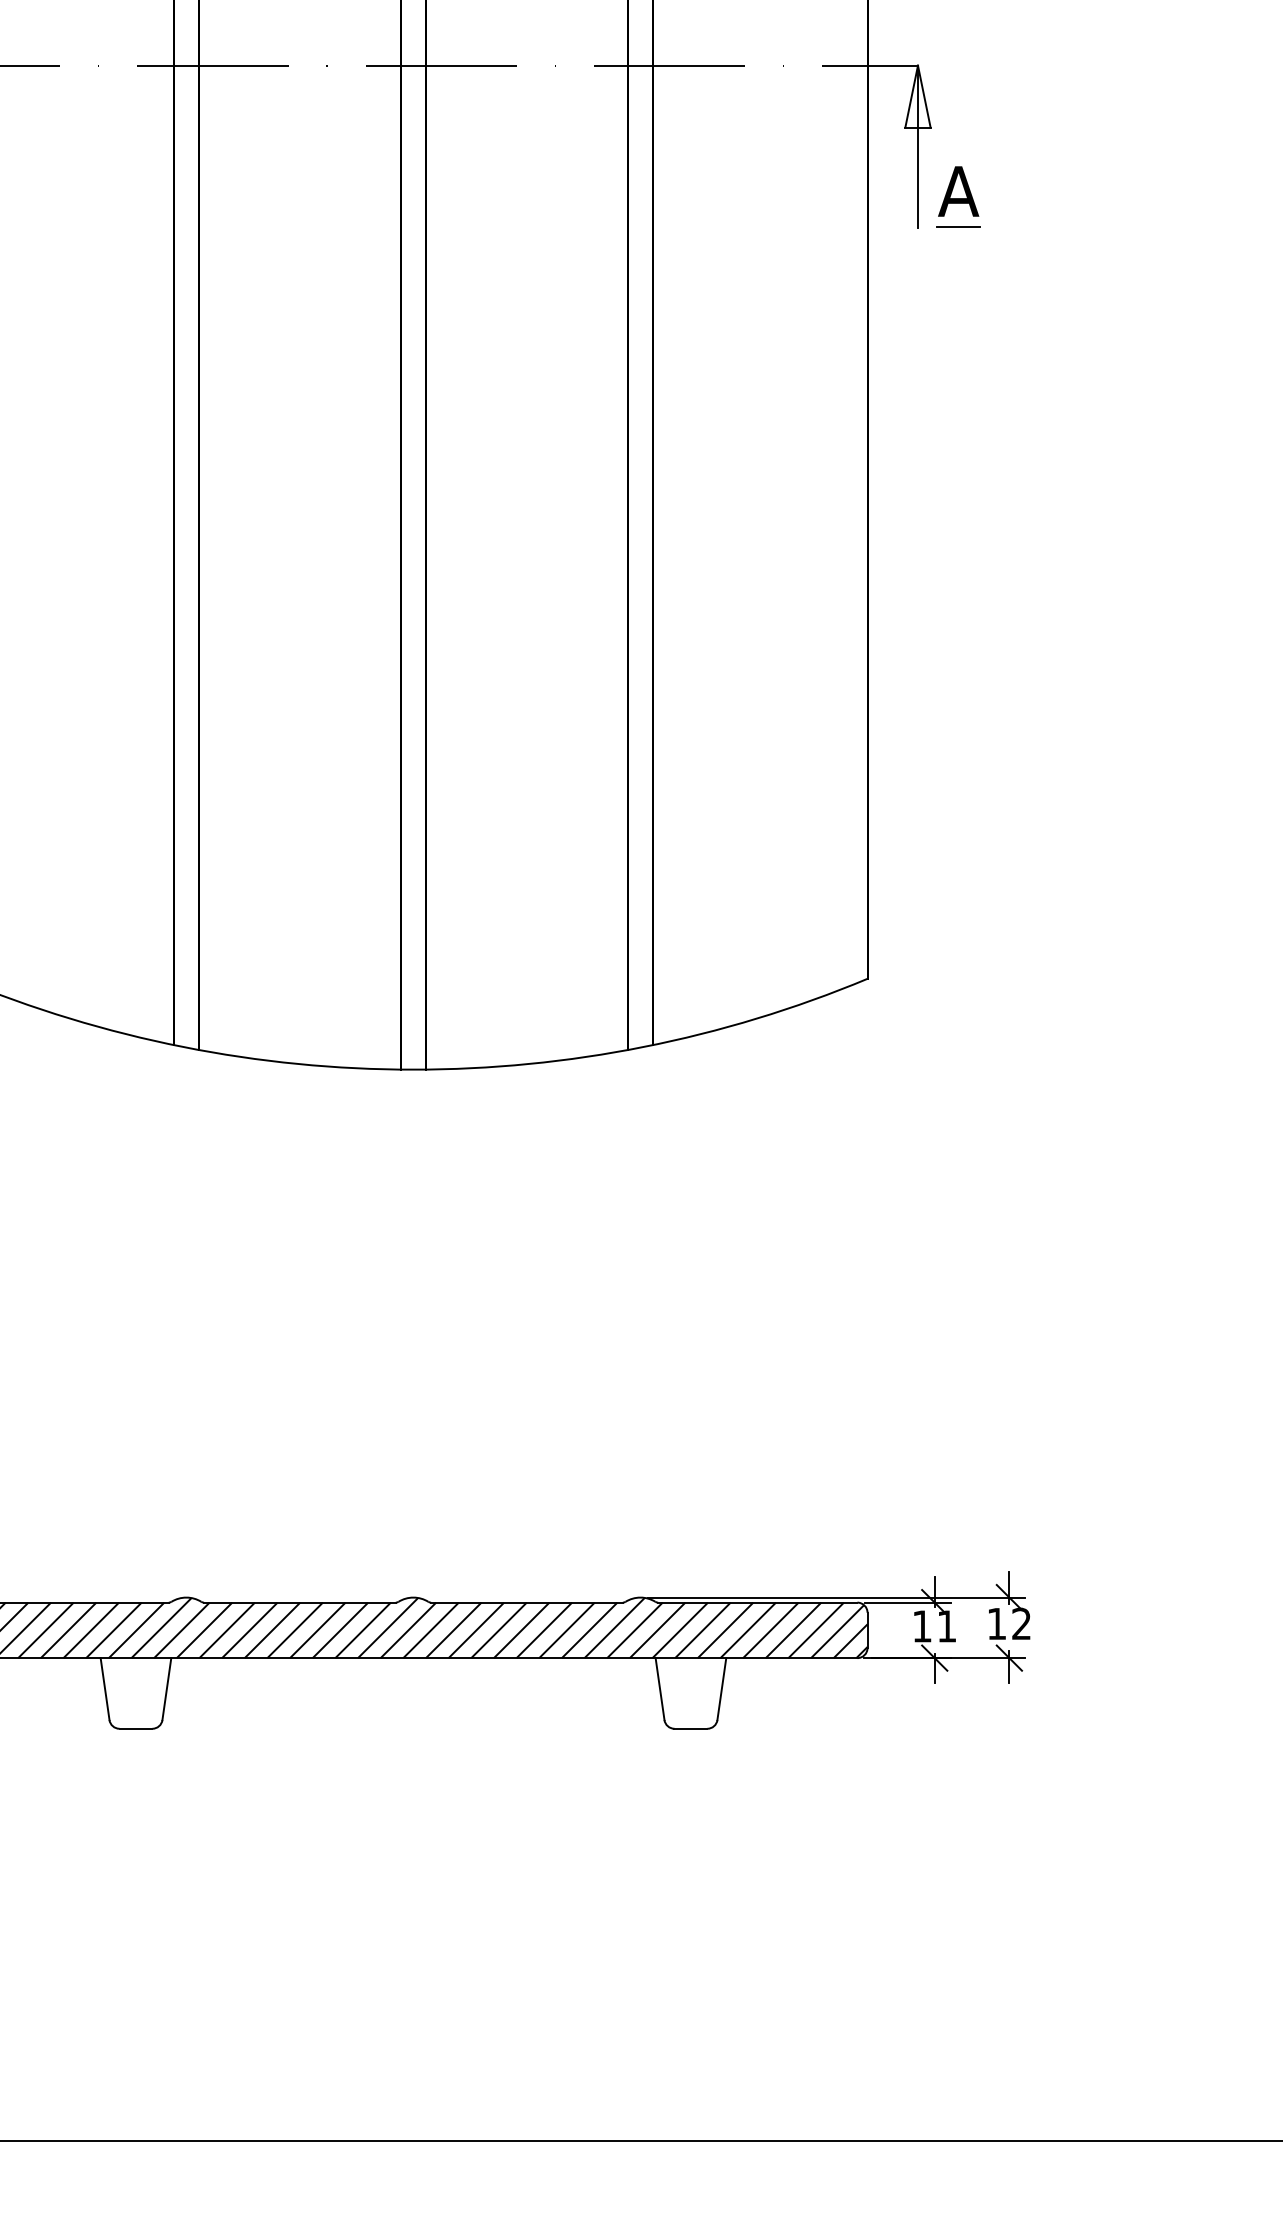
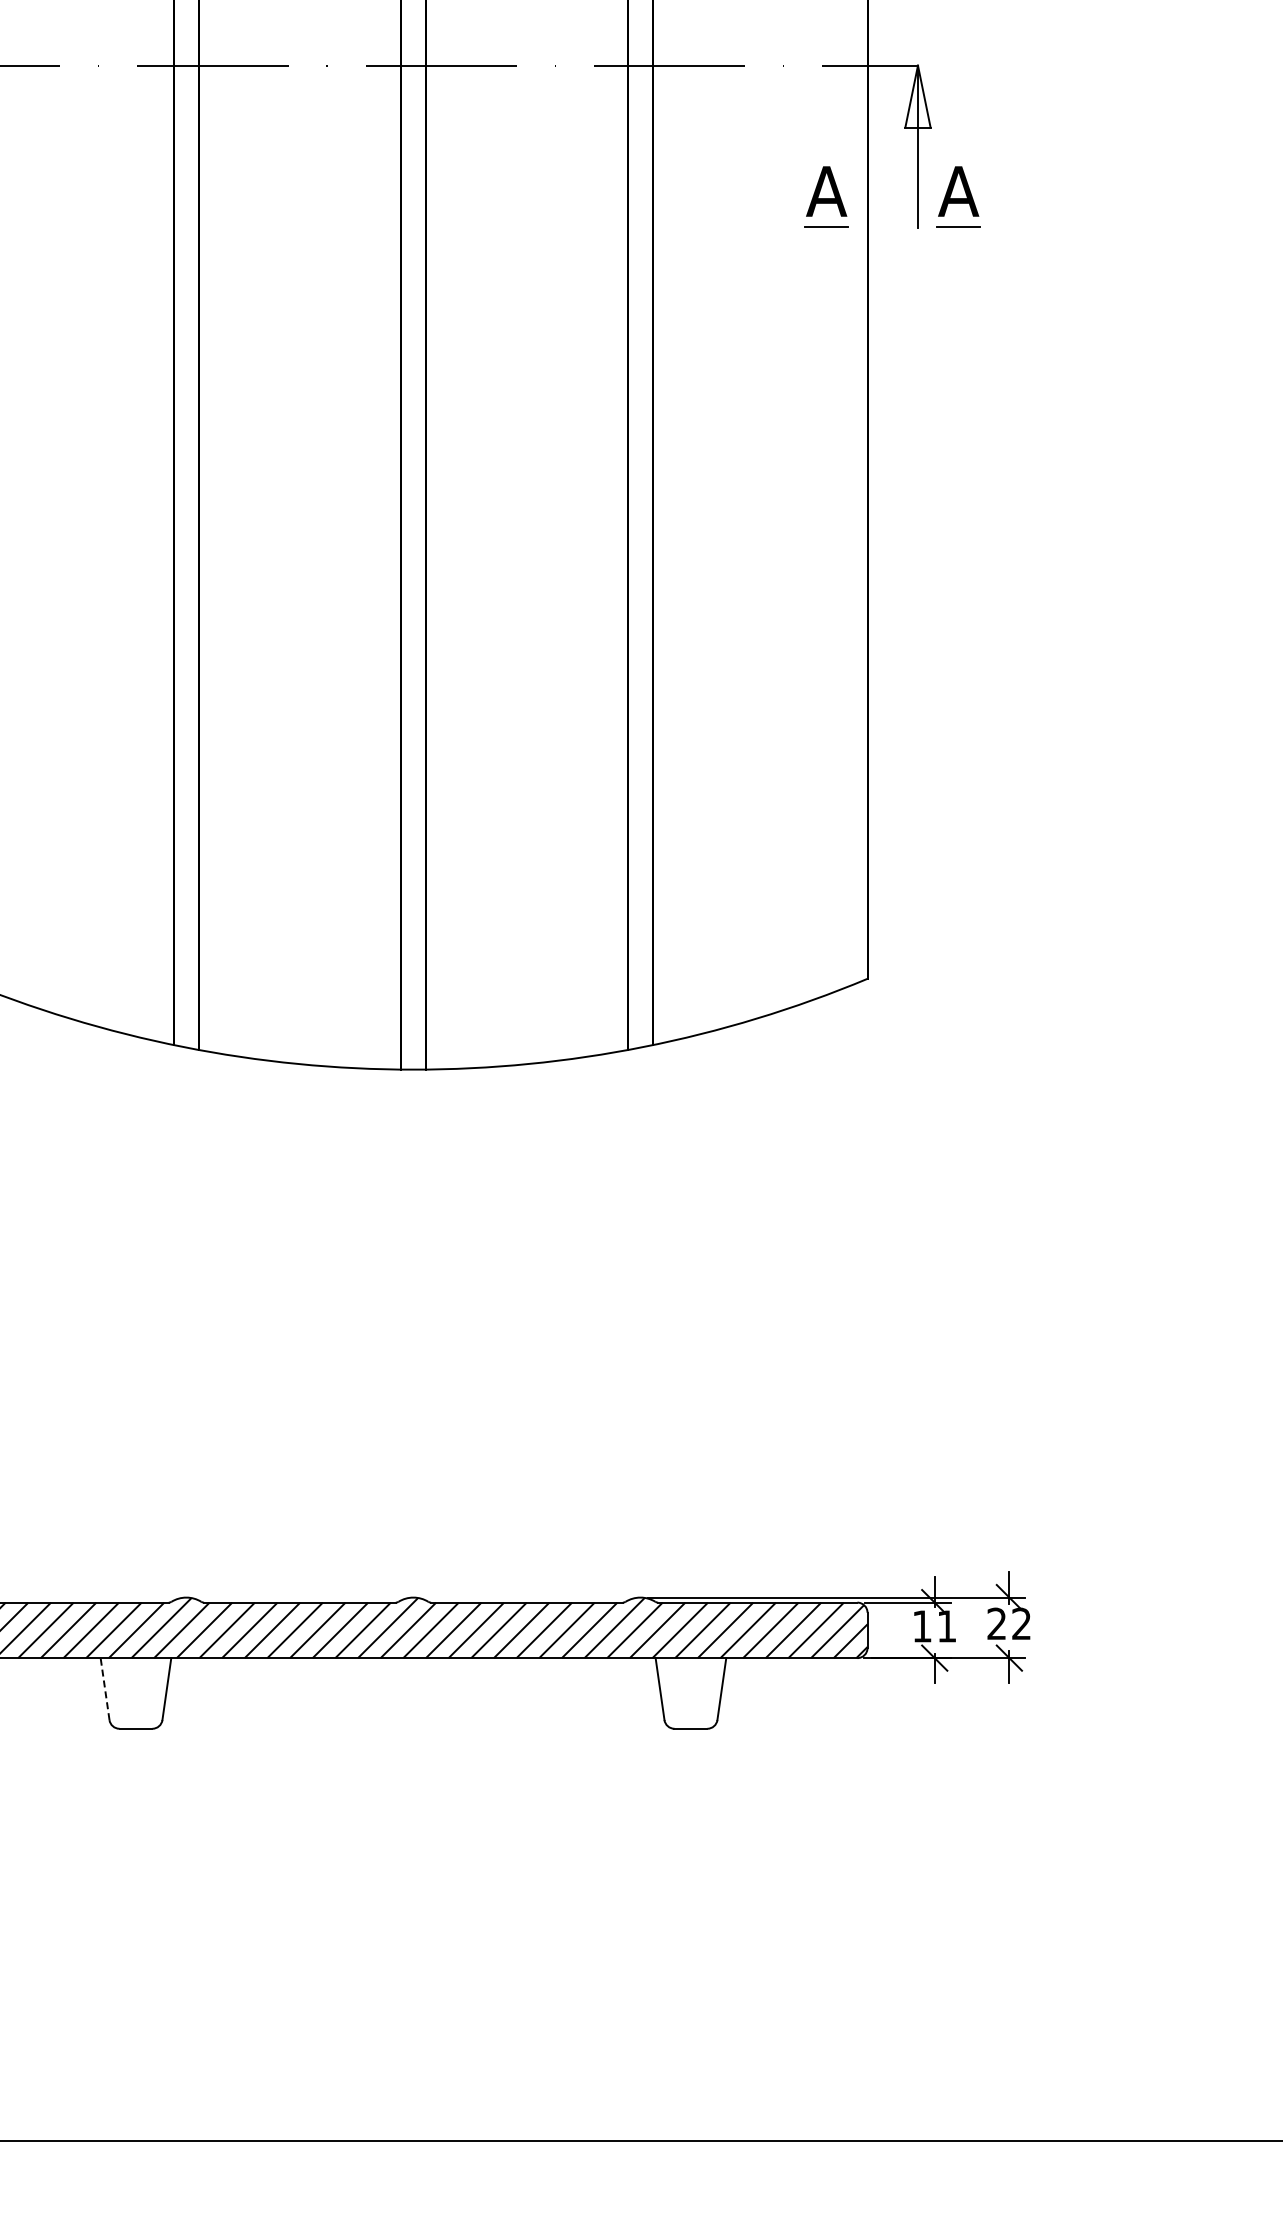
part at (826, 196): none -> present
text at (996, 1623): 12 -> 22
line at (105, 1688): solid -> dashed
